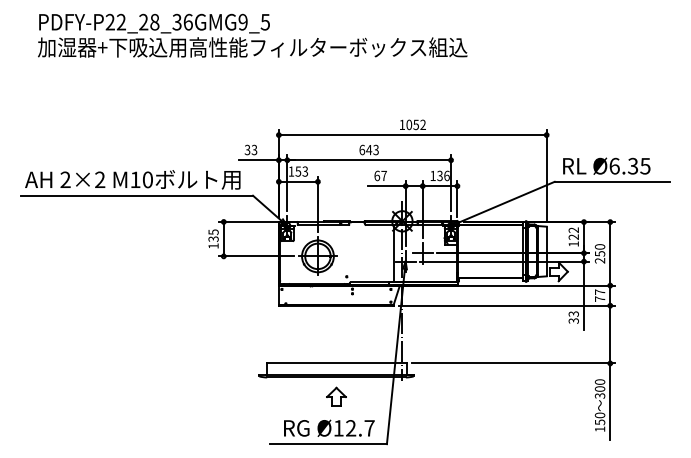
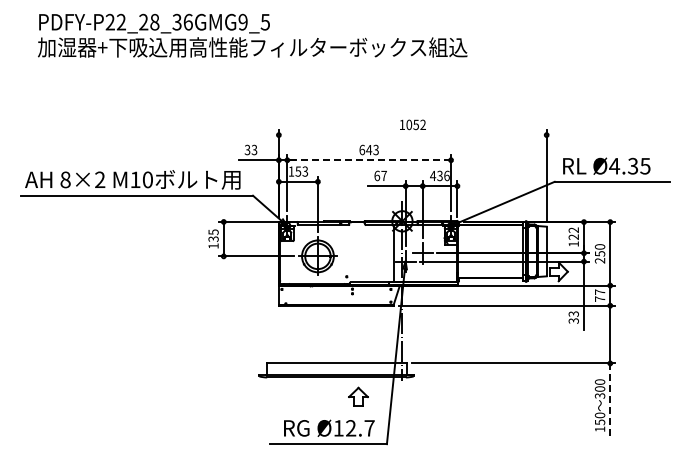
line at (412, 135): present -> none
line at (369, 160): solid -> dashed
text at (614, 165): Ø6.35 -> Ø4.35
text at (433, 175): 136 -> 436
text at (65, 179): 2×2 -> 8×2
part at (336, 396) position: (336, 396) -> (358, 396)
line at (610, 402): solid -> dashed
